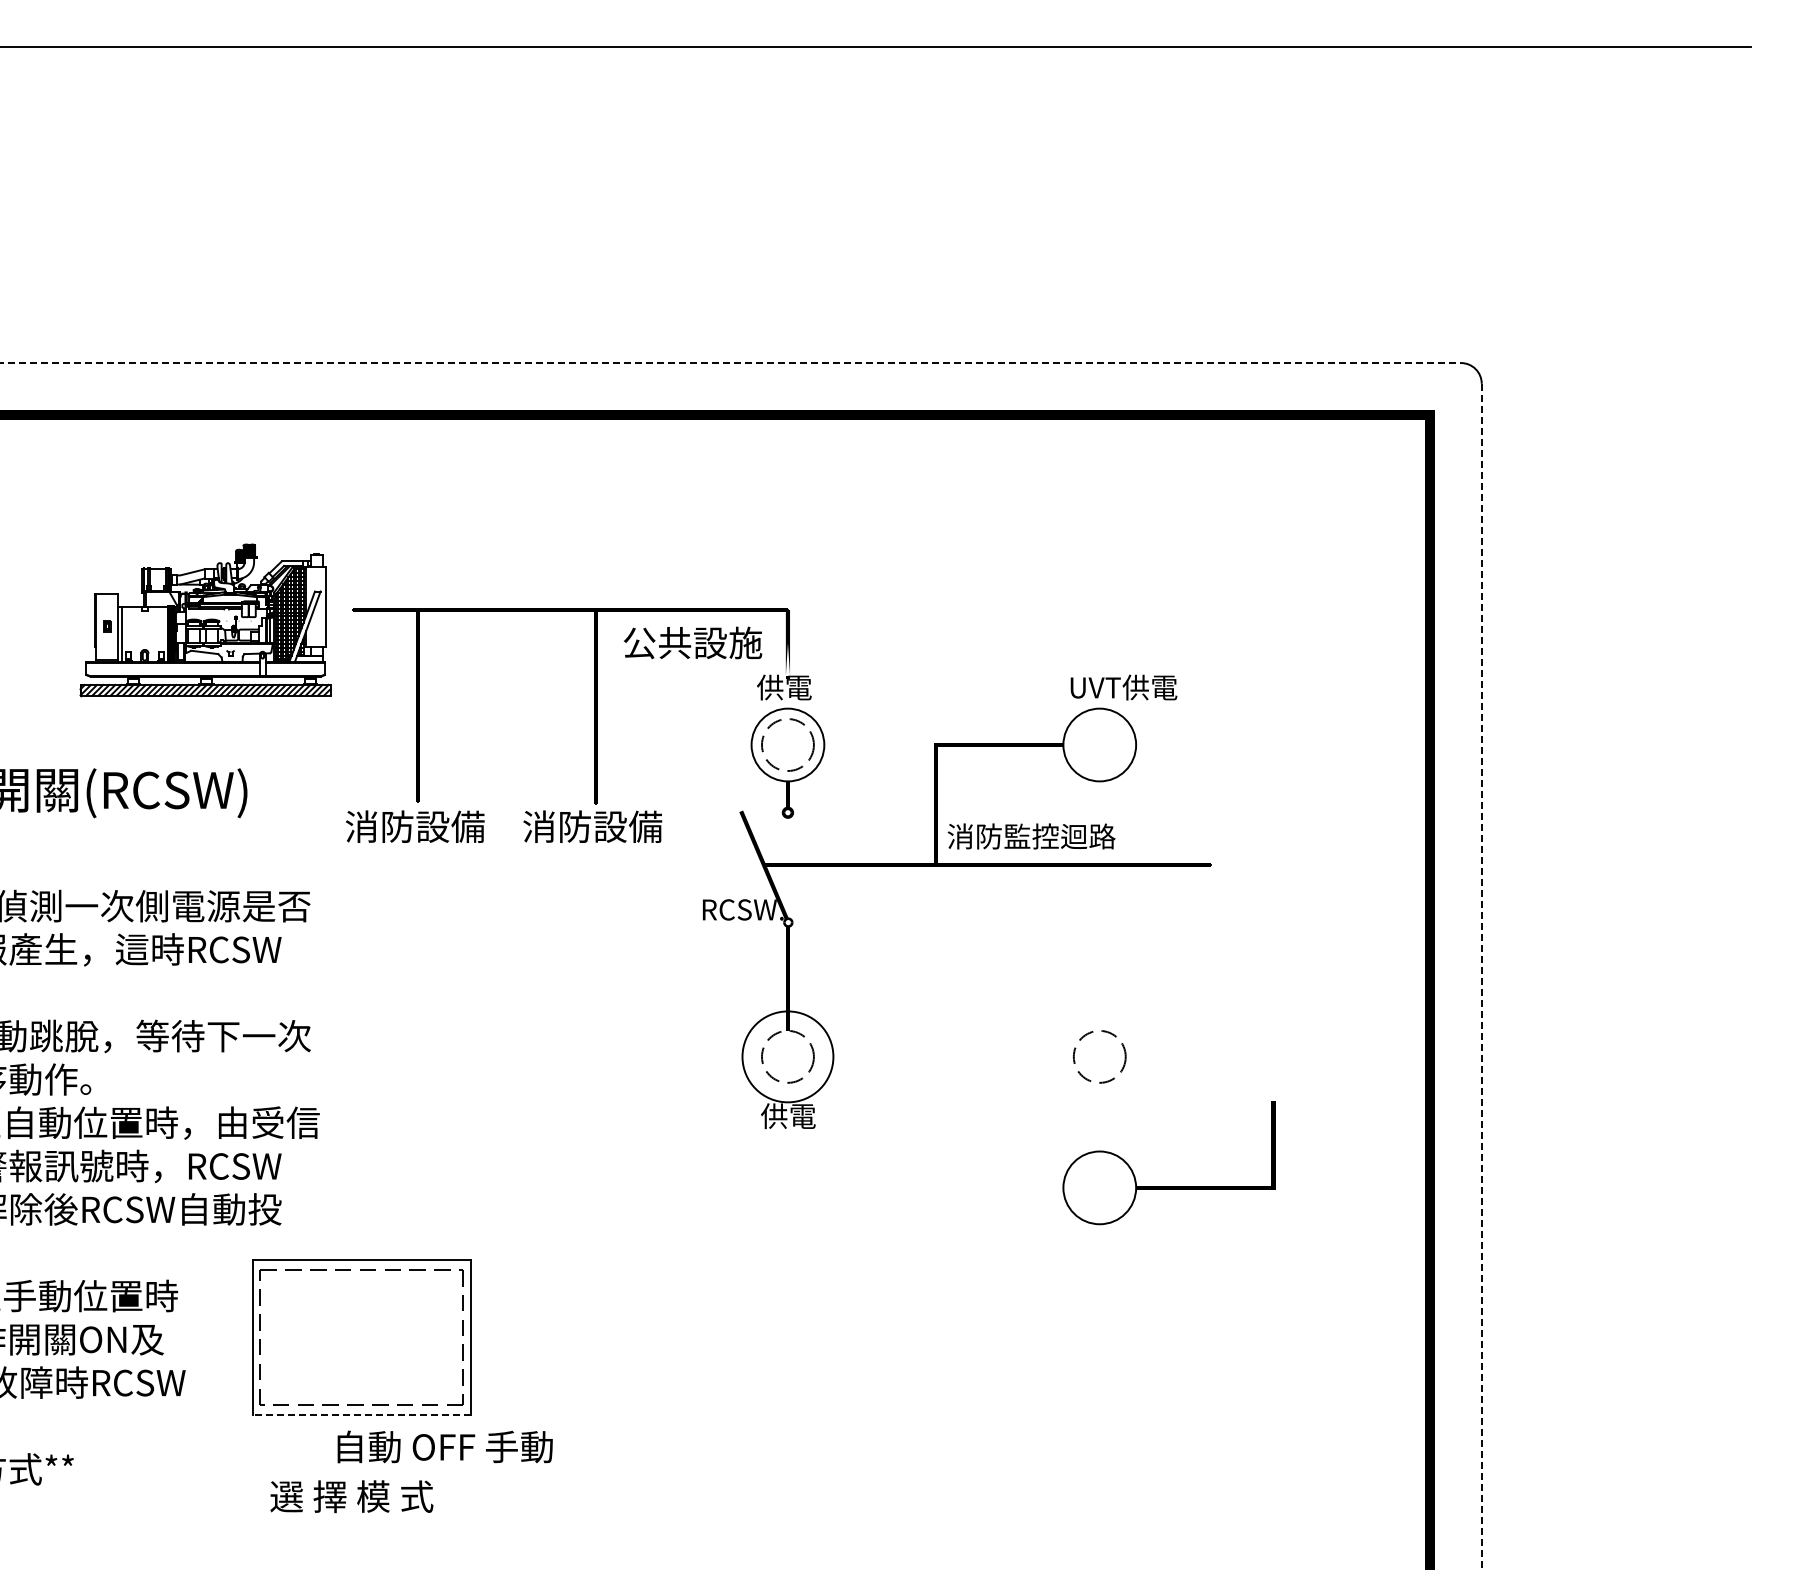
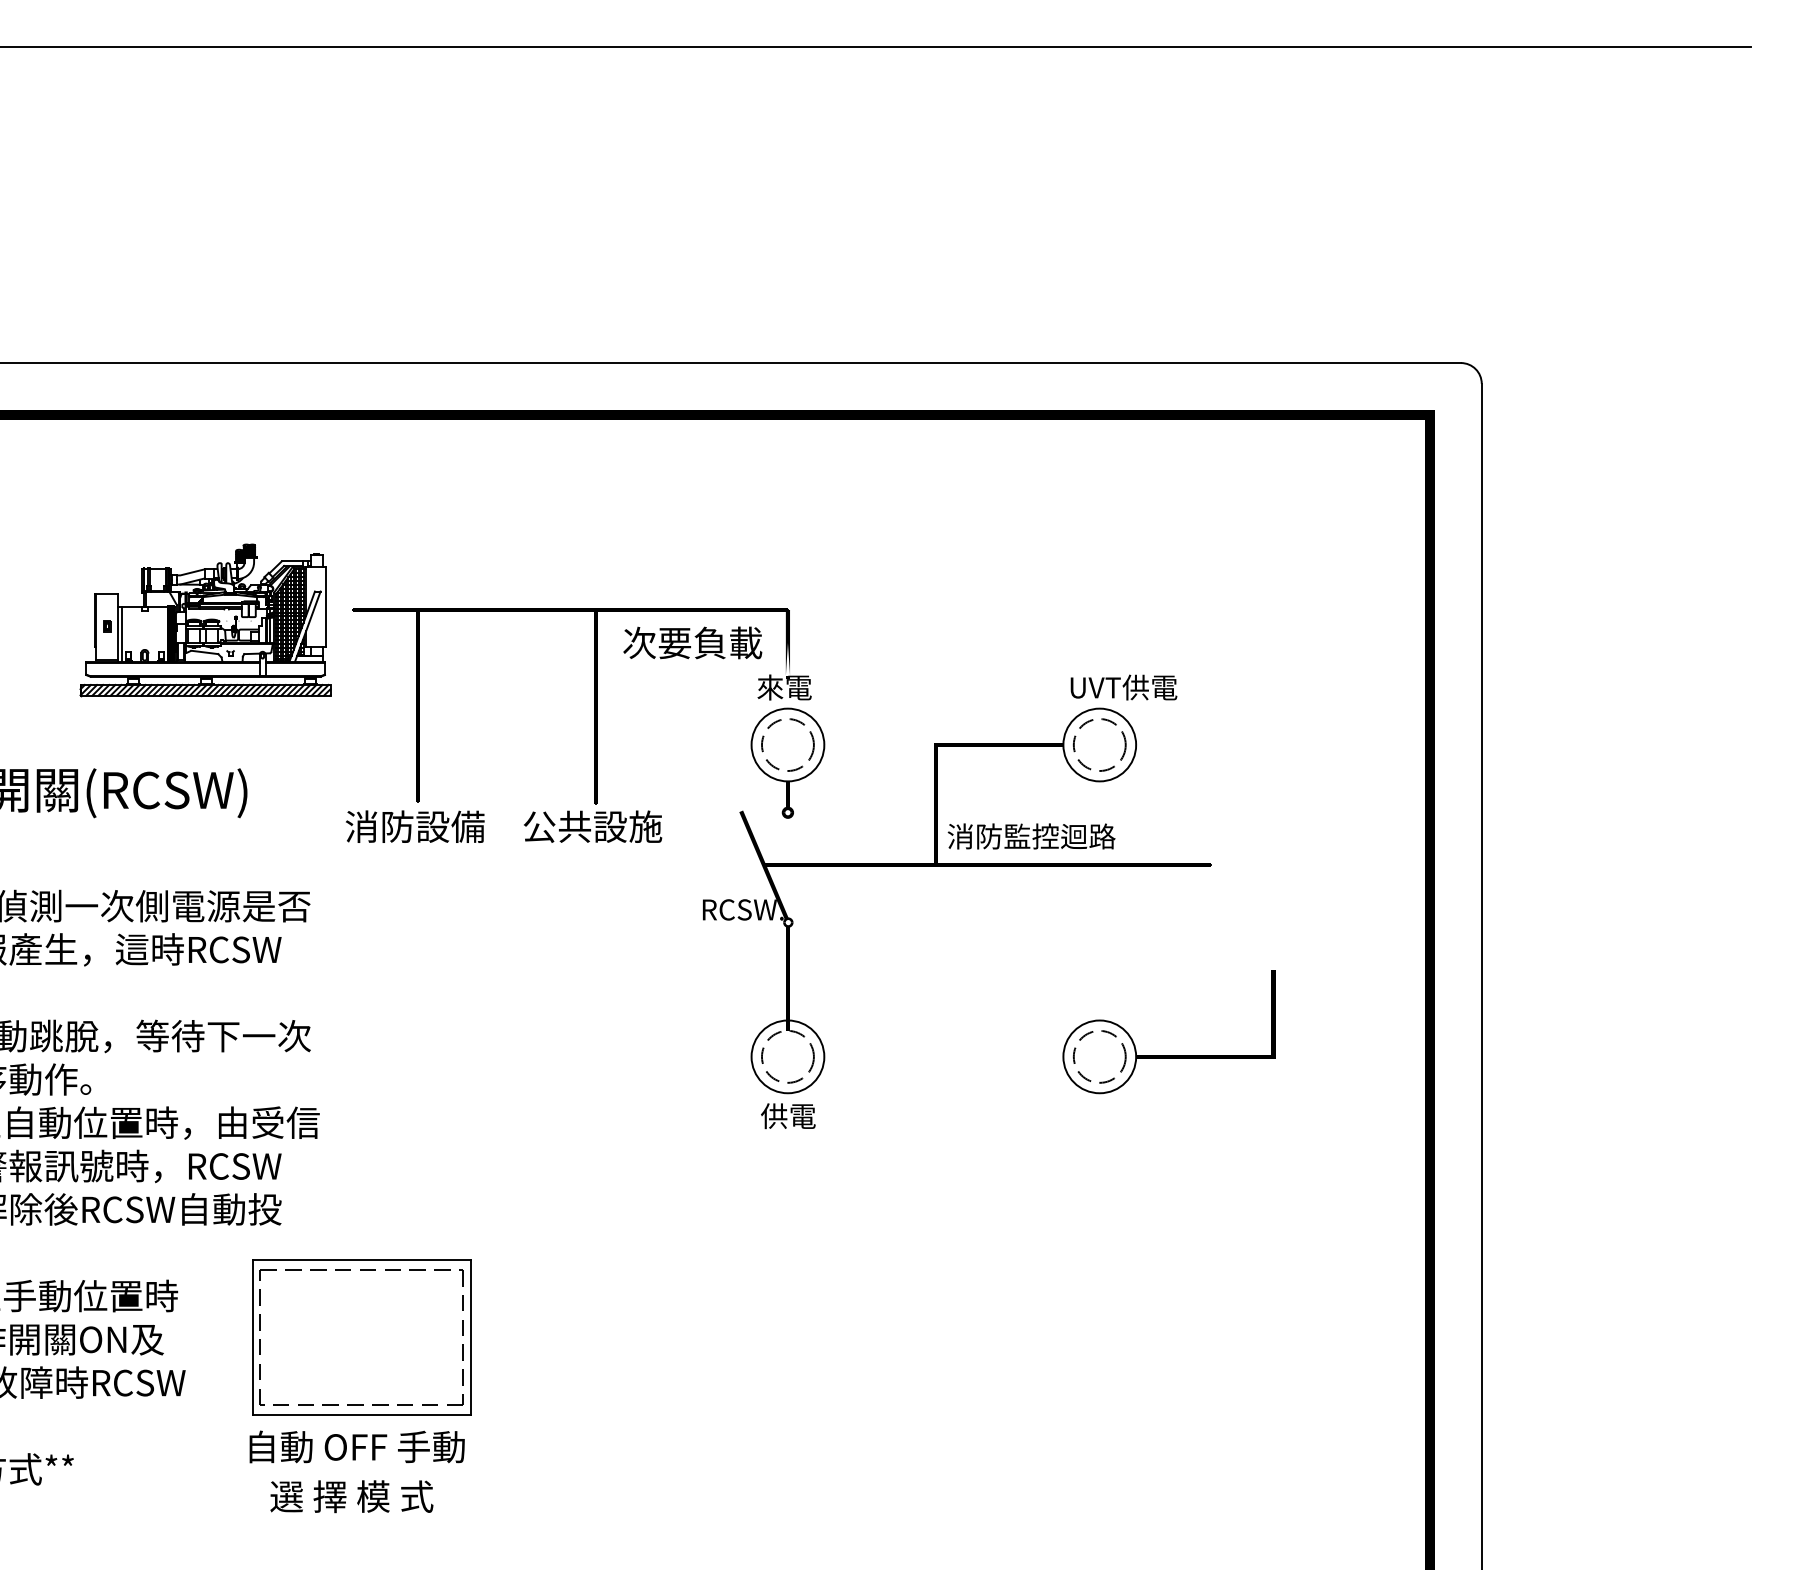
line at (731, 363): dashed -> solid
text at (692, 642): 公共設施 -> 次要負載
text at (770, 687): 供電 -> 來電
circle at (1099, 744): none -> present
text at (592, 826): 消防設備 -> 公共設施
line at (1481, 976): dashed -> solid
circle at (787, 1056) diameter: 91 px -> 73 px
part at (1168, 1186) position: (1168, 1186) -> (1168, 1055)
line at (361, 1415): dashed -> solid
text at (444, 1446) position: (444, 1446) -> (356, 1446)
